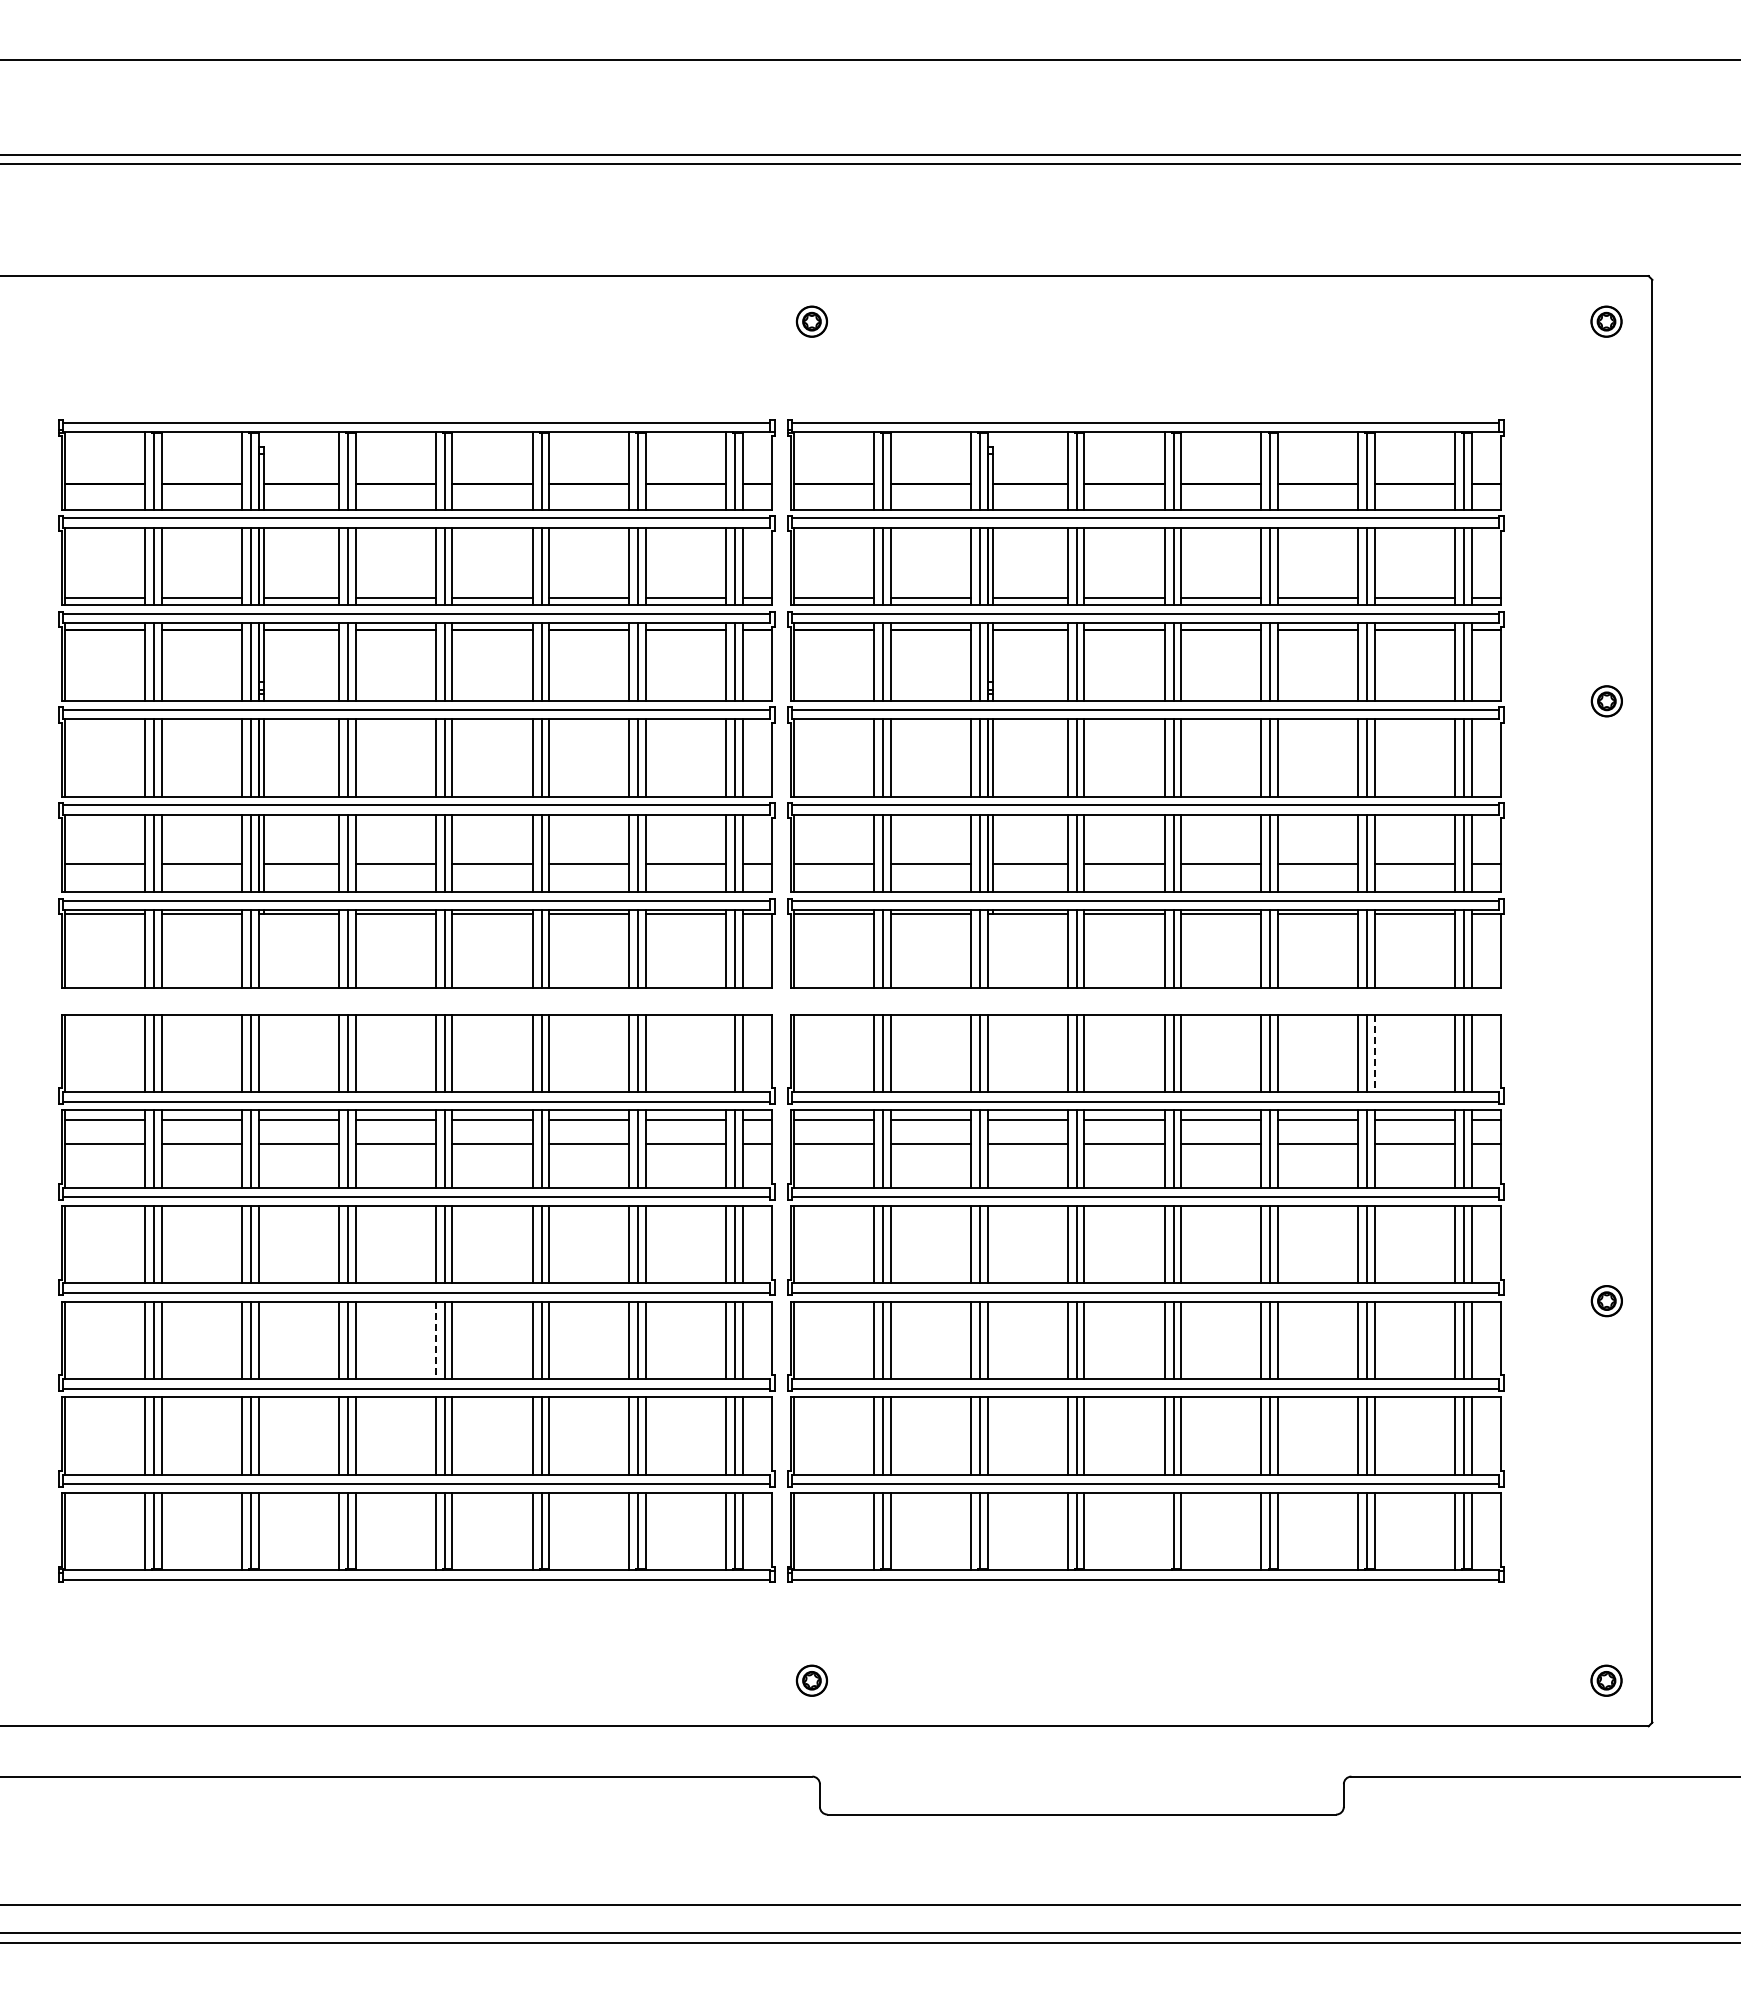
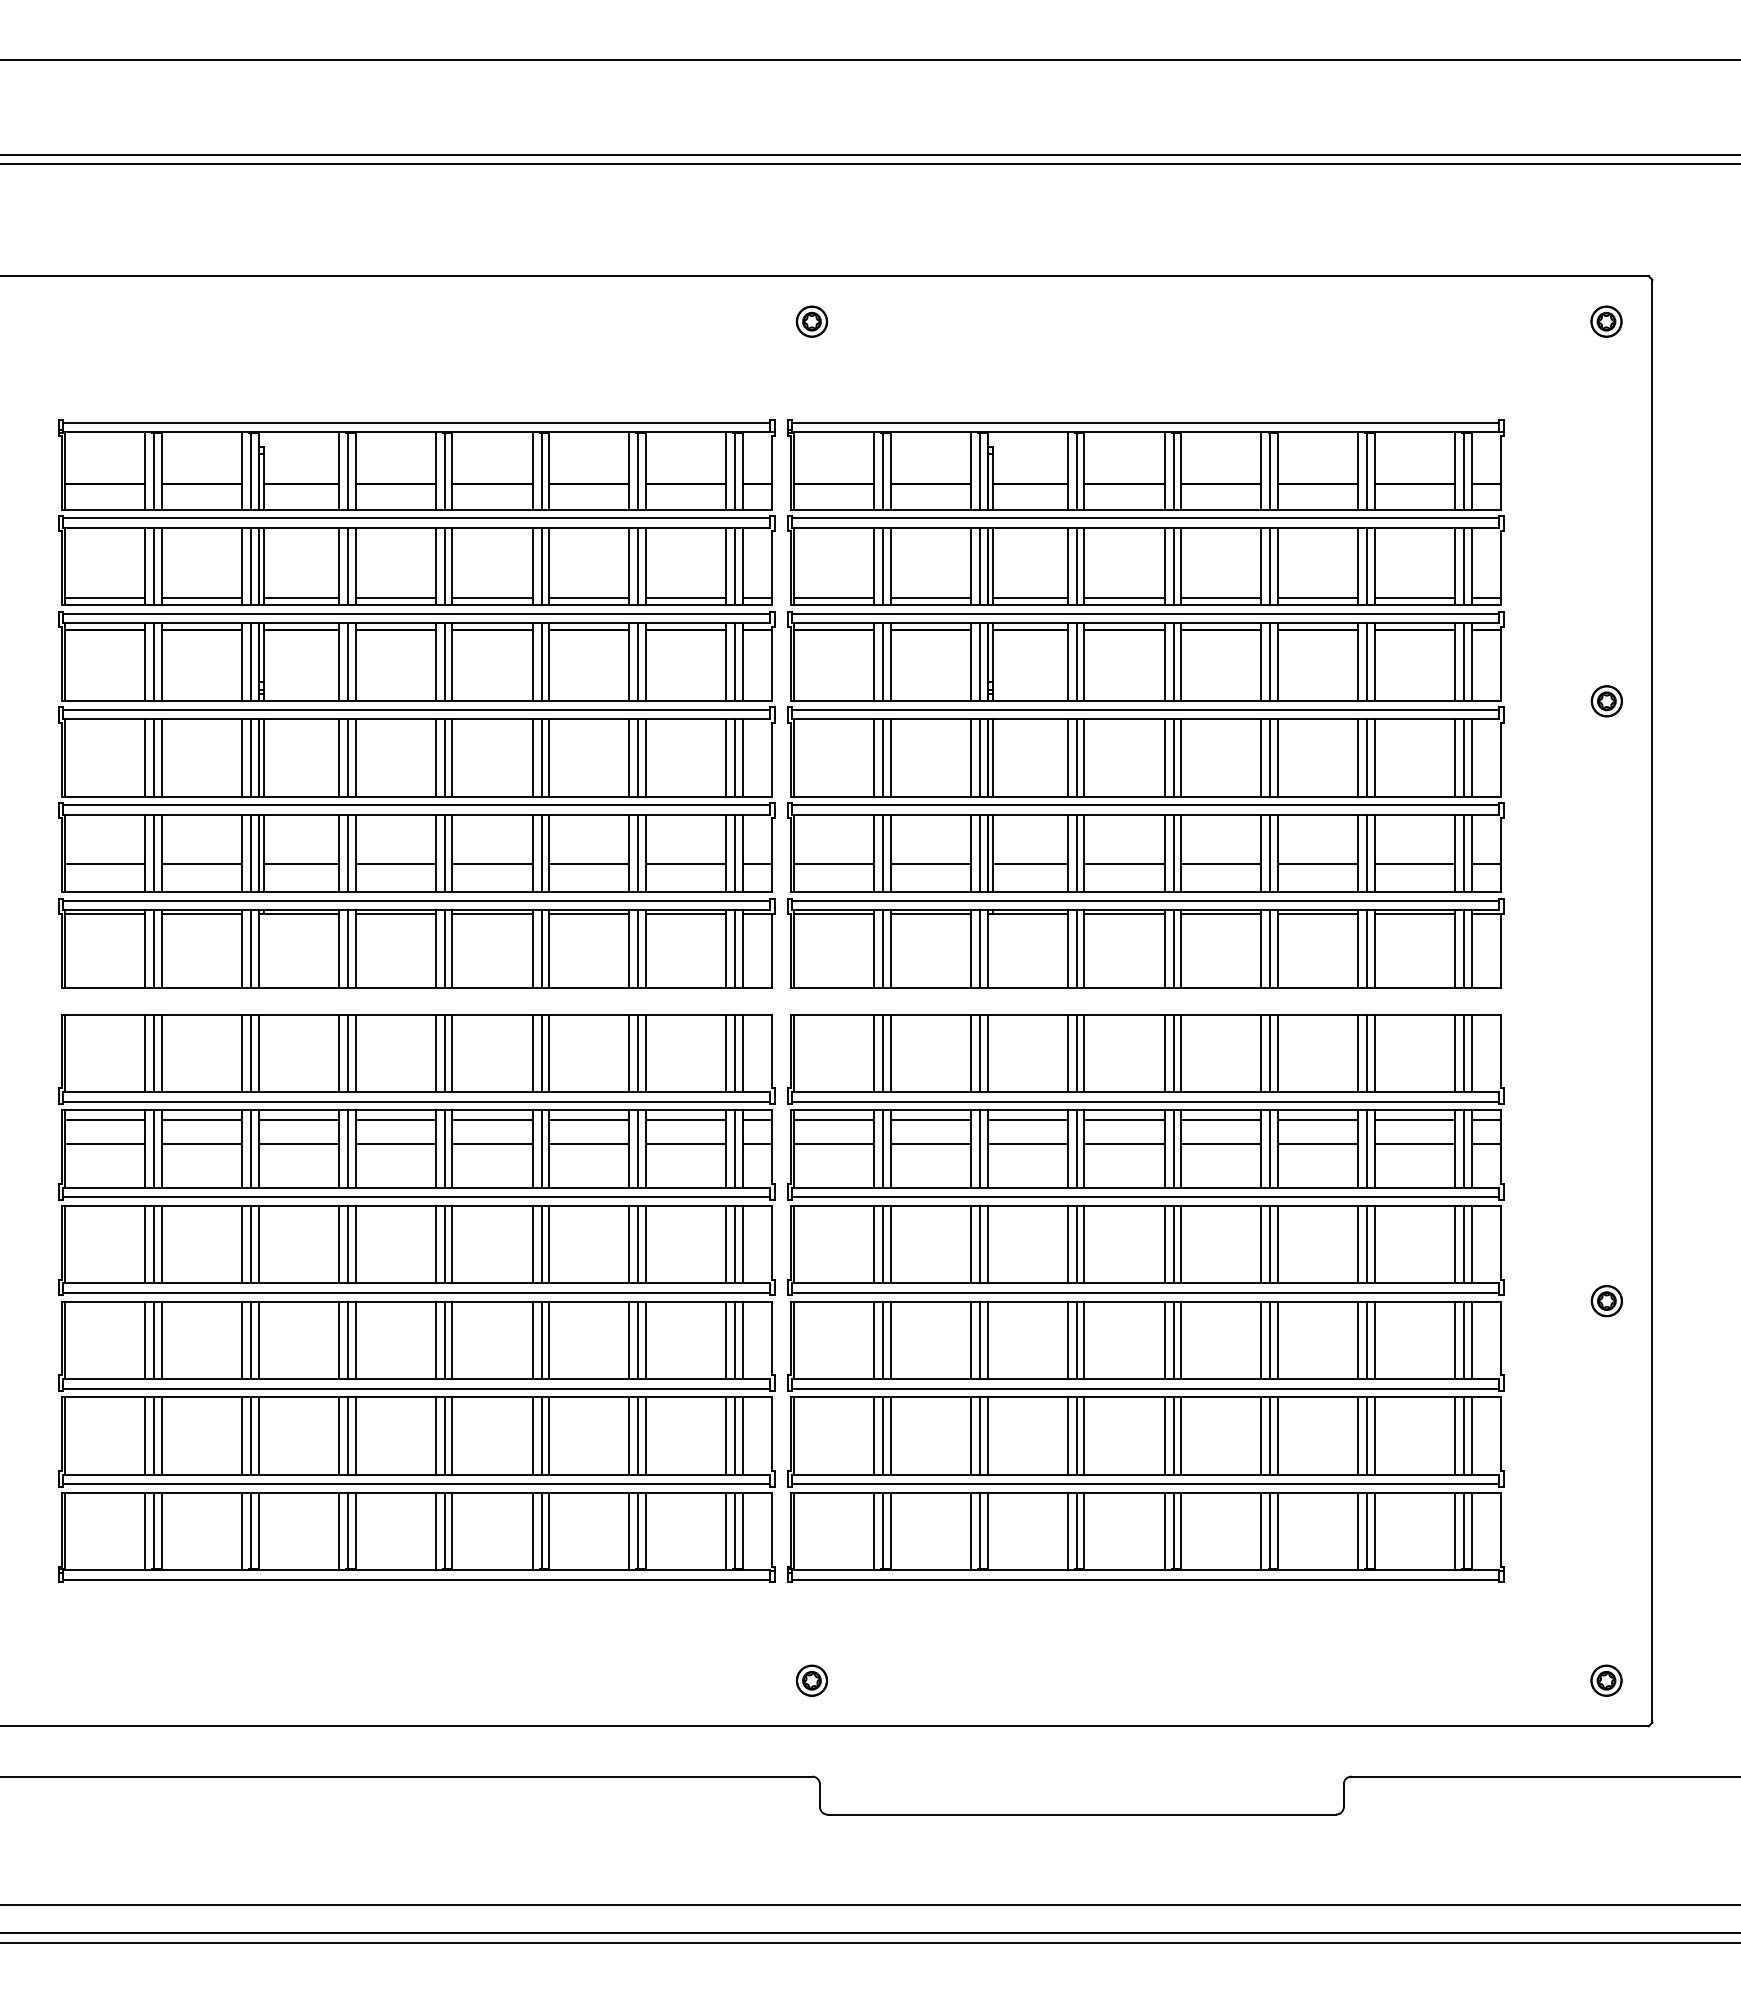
line at (726, 1053): none -> present
line at (1374, 1053): dashed -> solid
line at (435, 1340): dashed -> solid
line at (1164, 1531): none -> present
